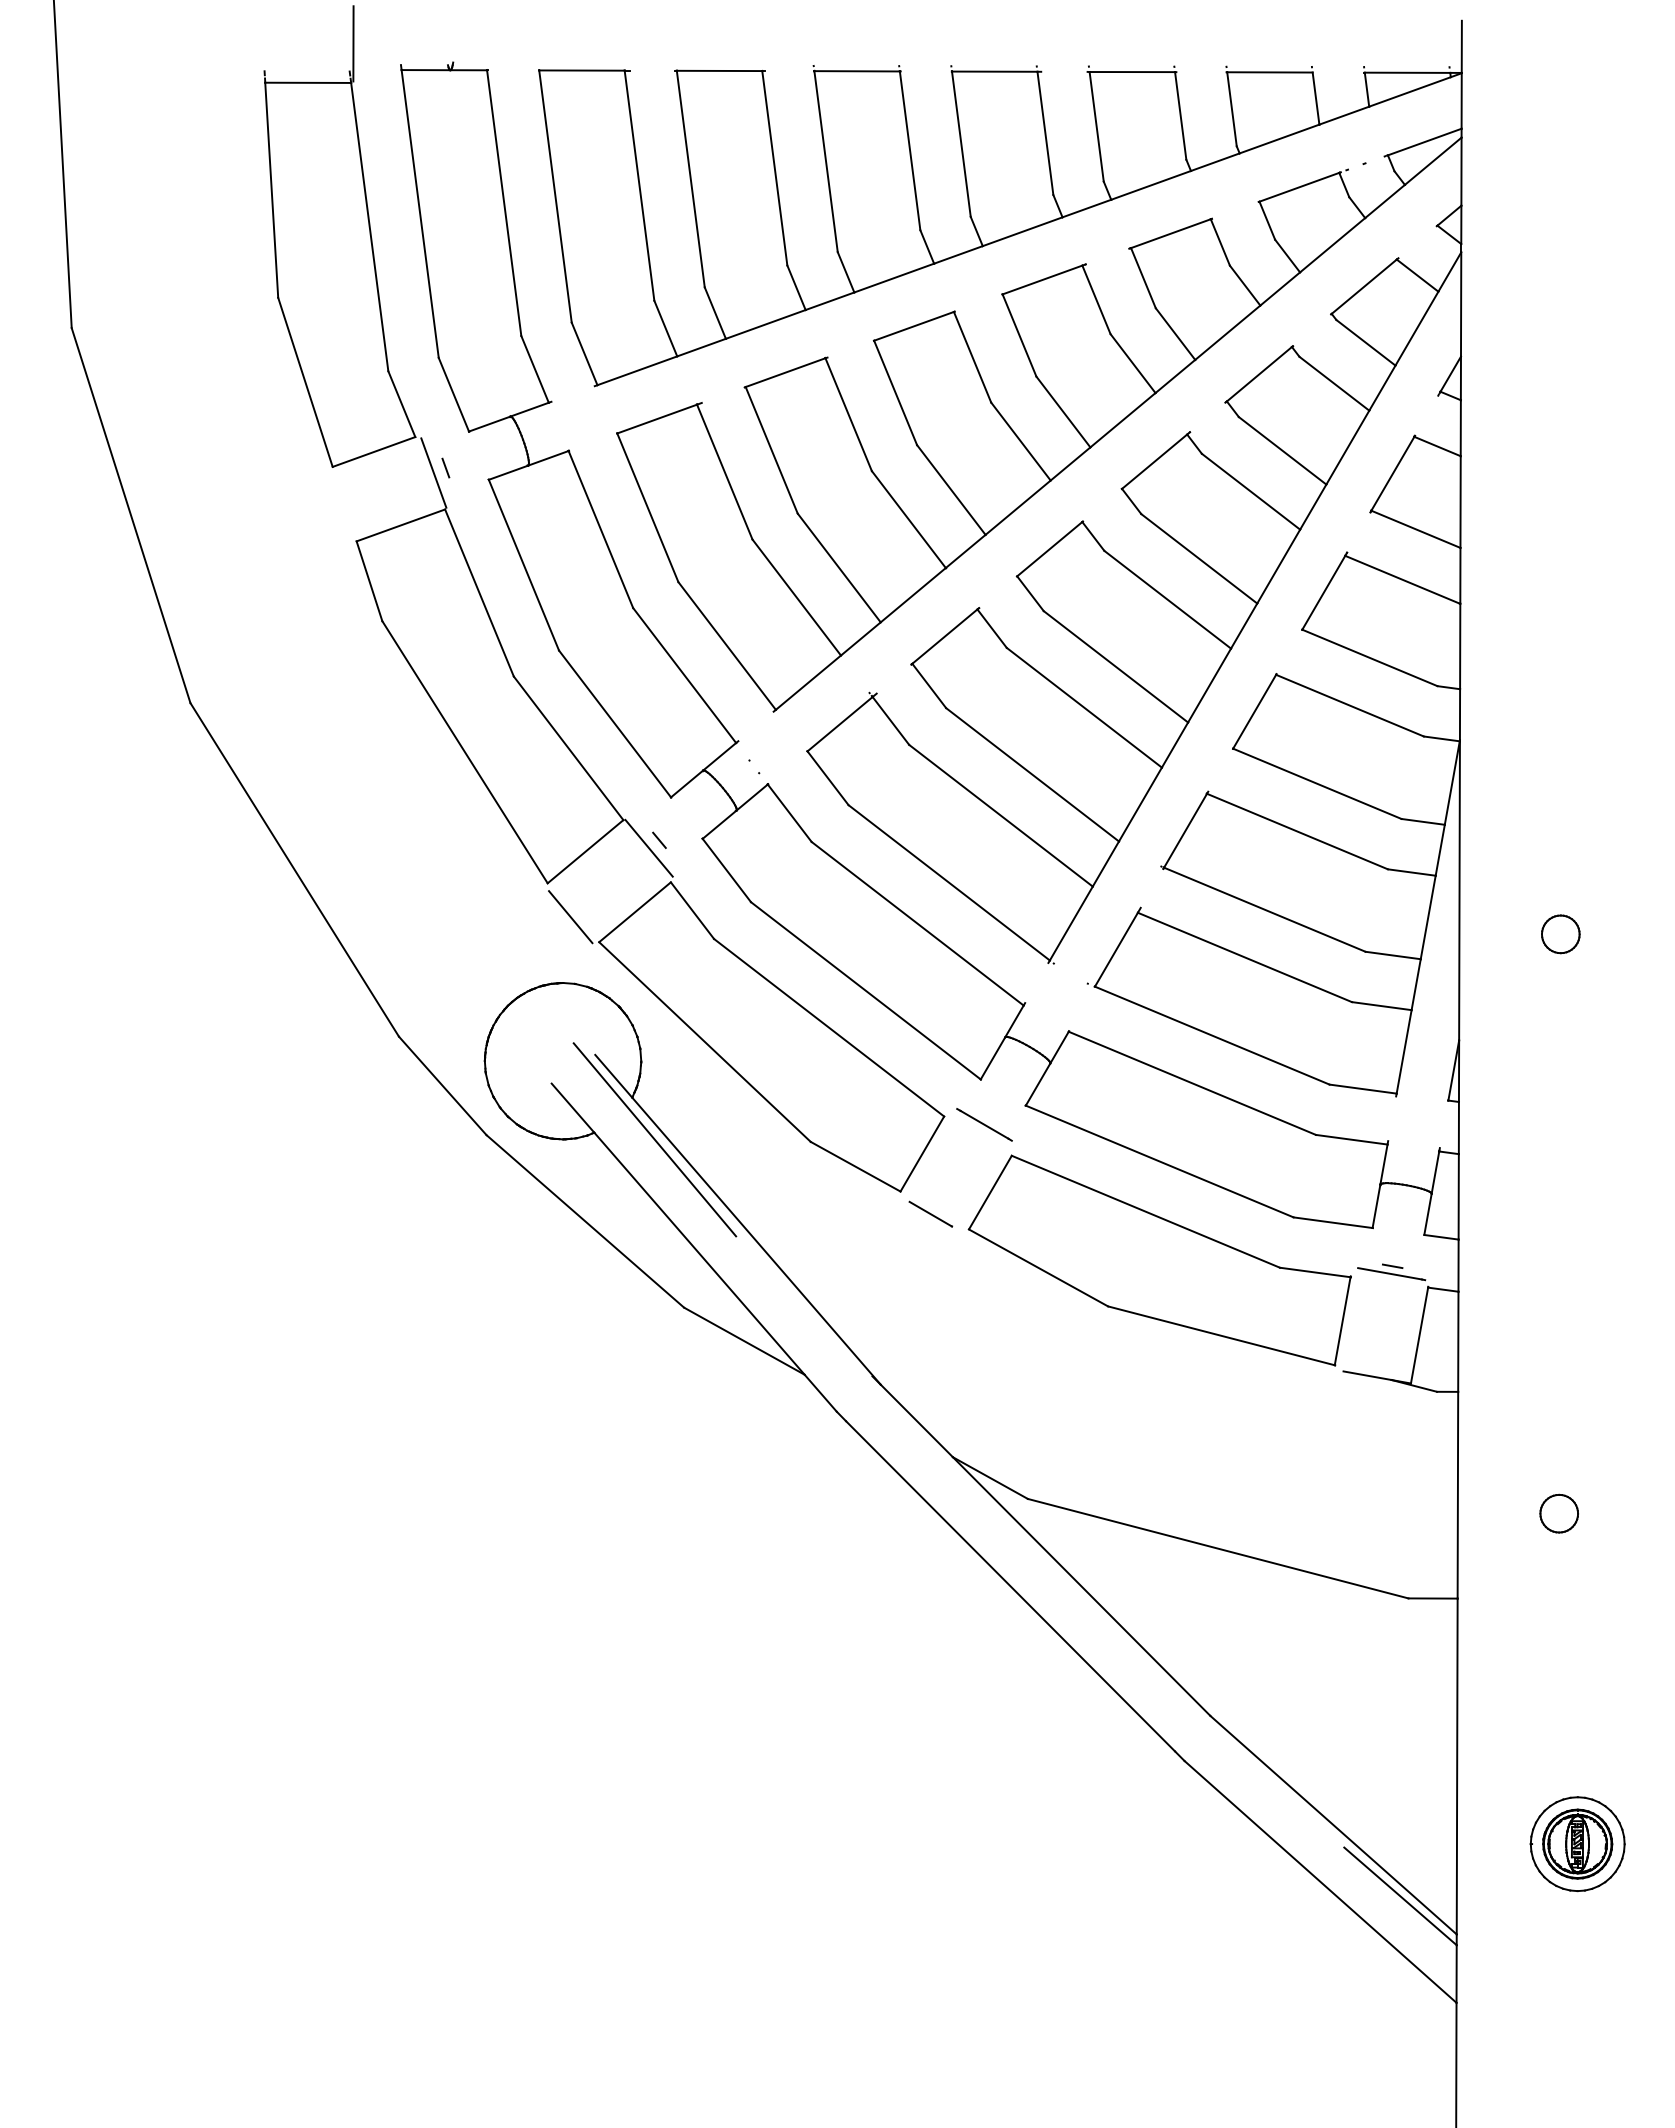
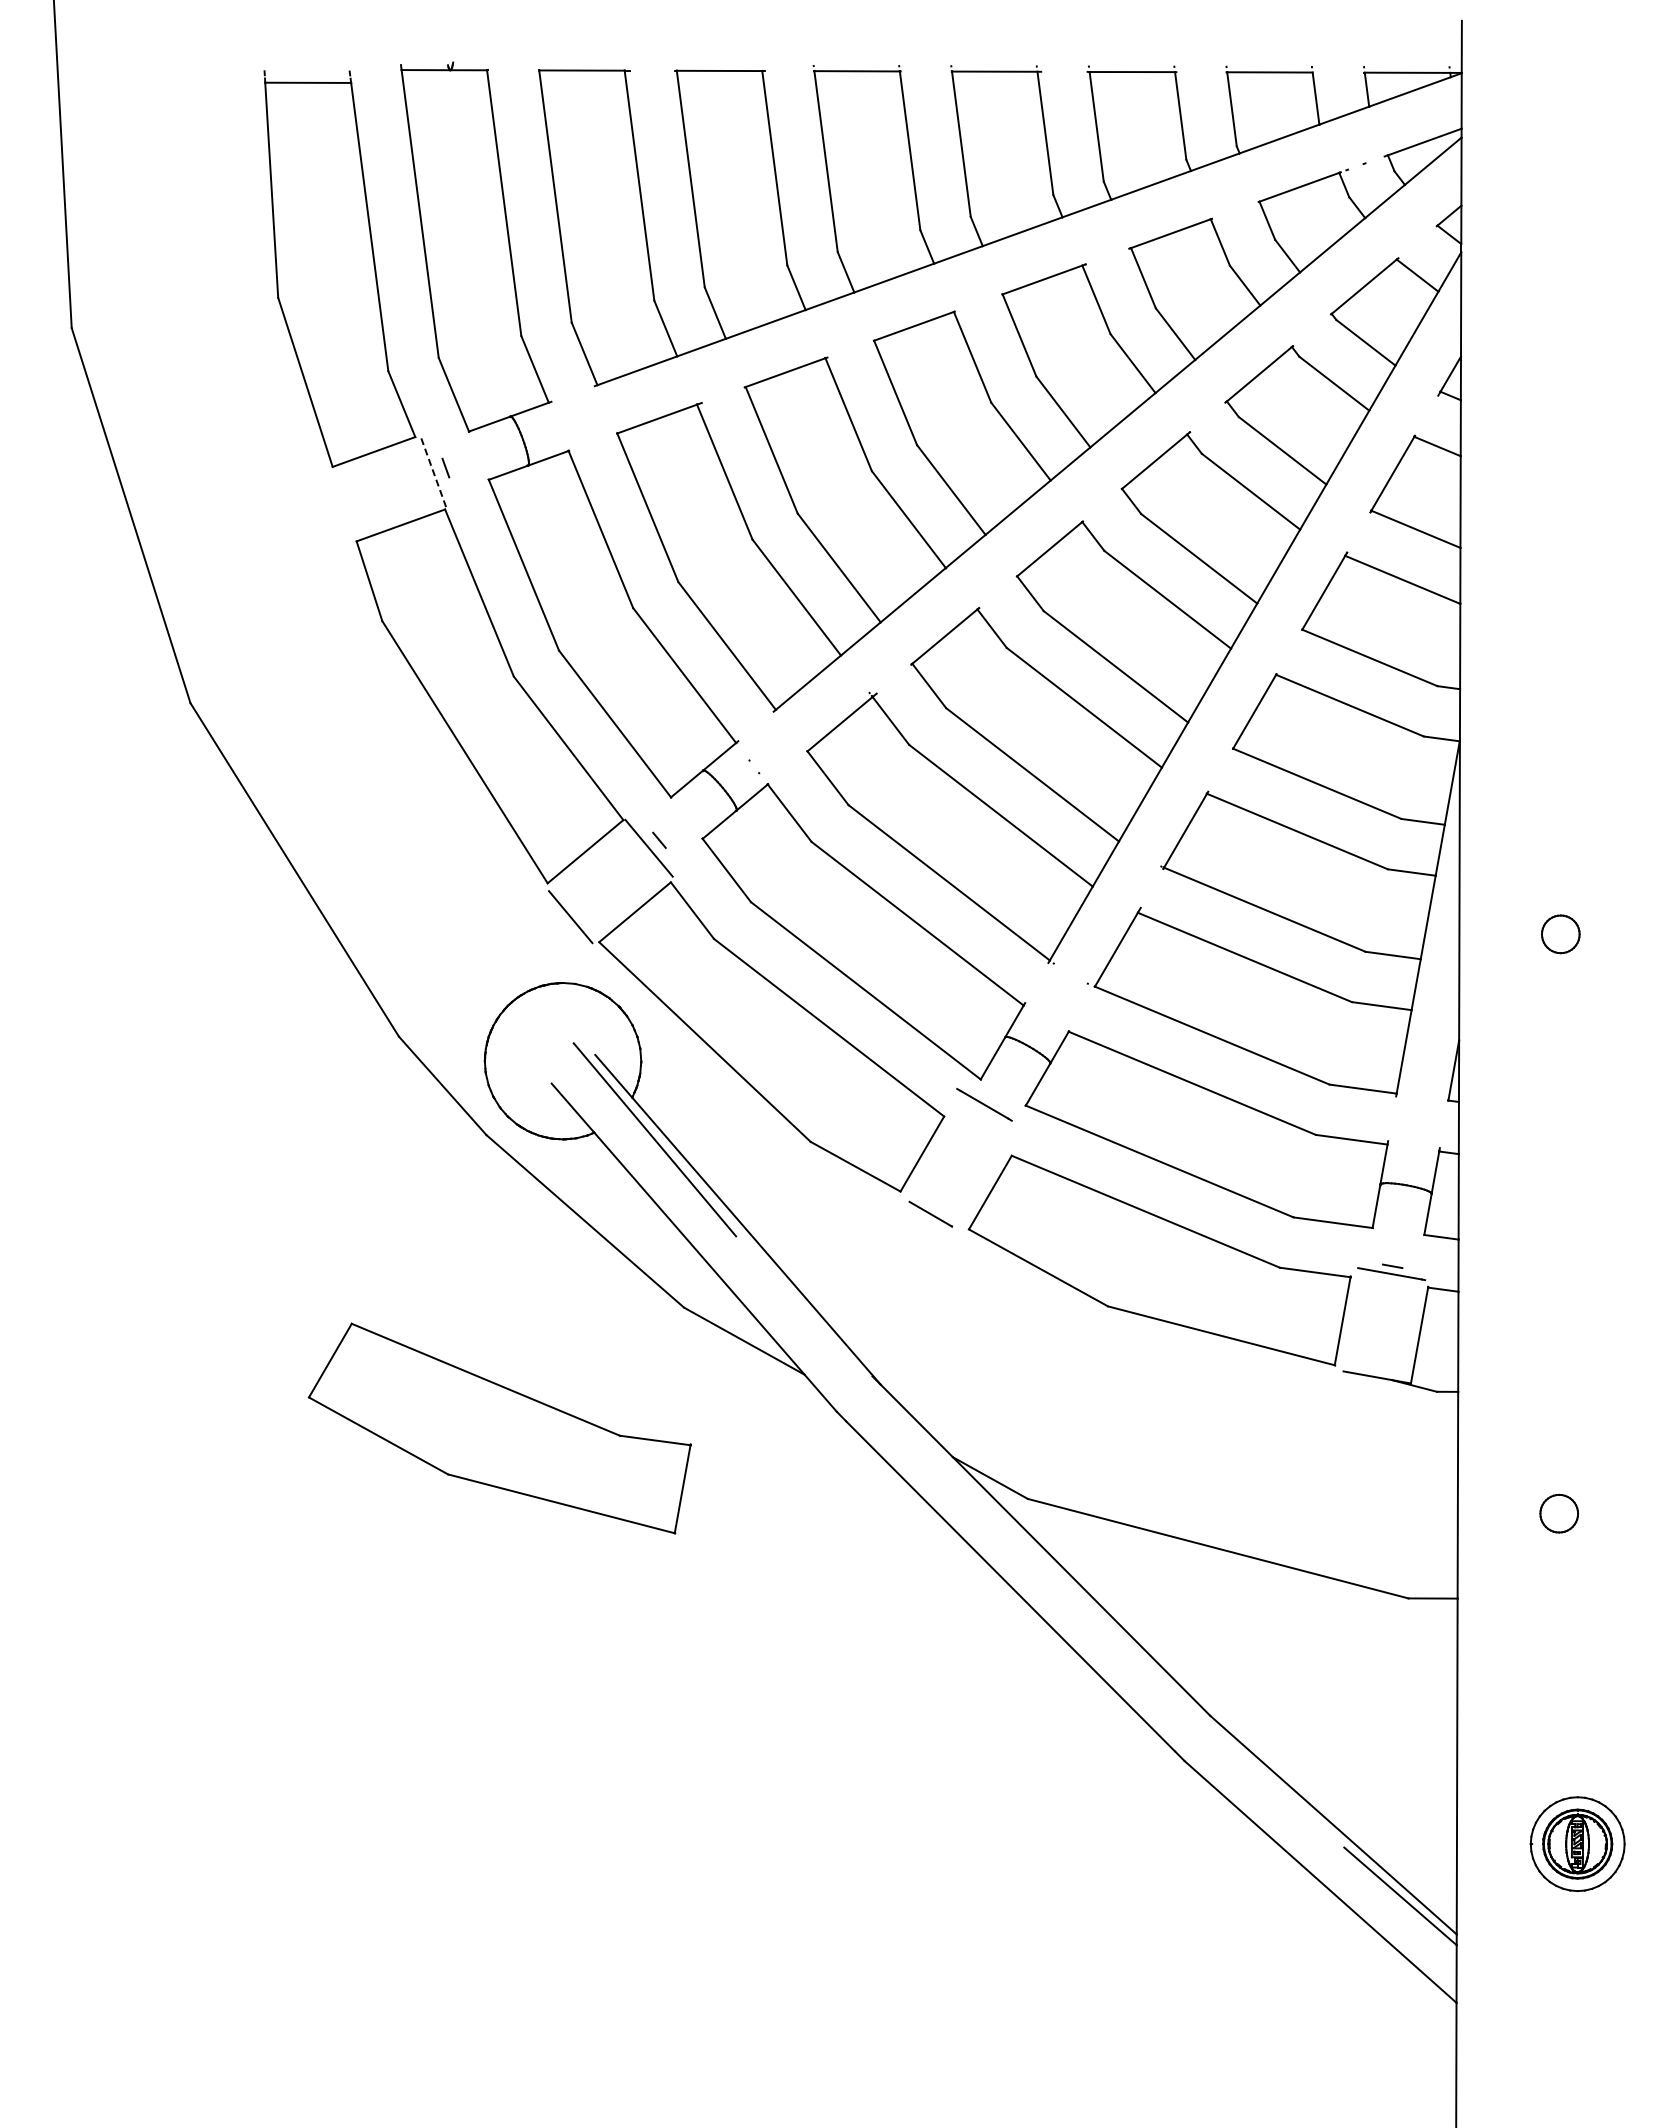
line at (353, 43): present -> none
line at (433, 473): solid -> dashed
line at (984, 1124) position: (984, 1124) -> (984, 1104)
part at (499, 1428): none -> present
